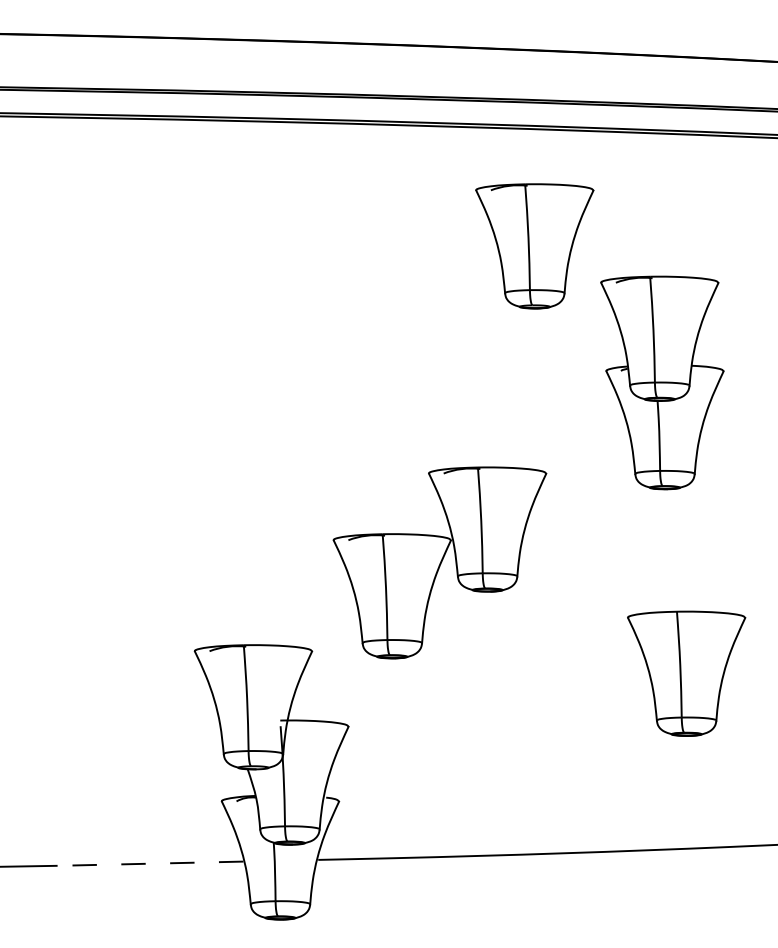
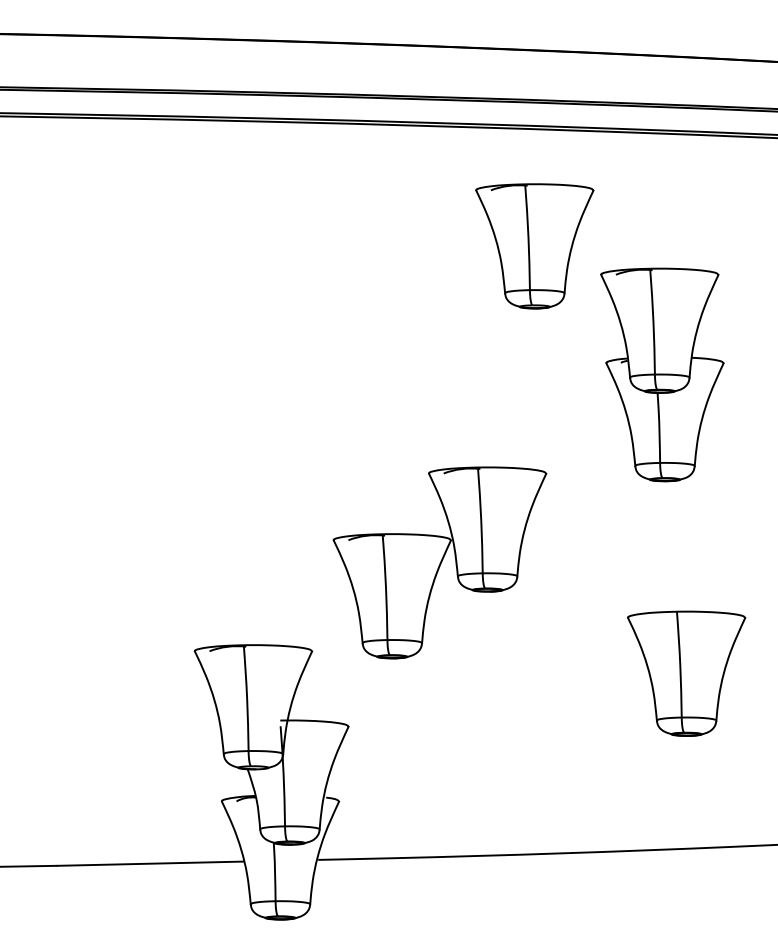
part at (662, 382) position: (662, 382) -> (662, 374)
line at (150, 863): dashed -> solid
